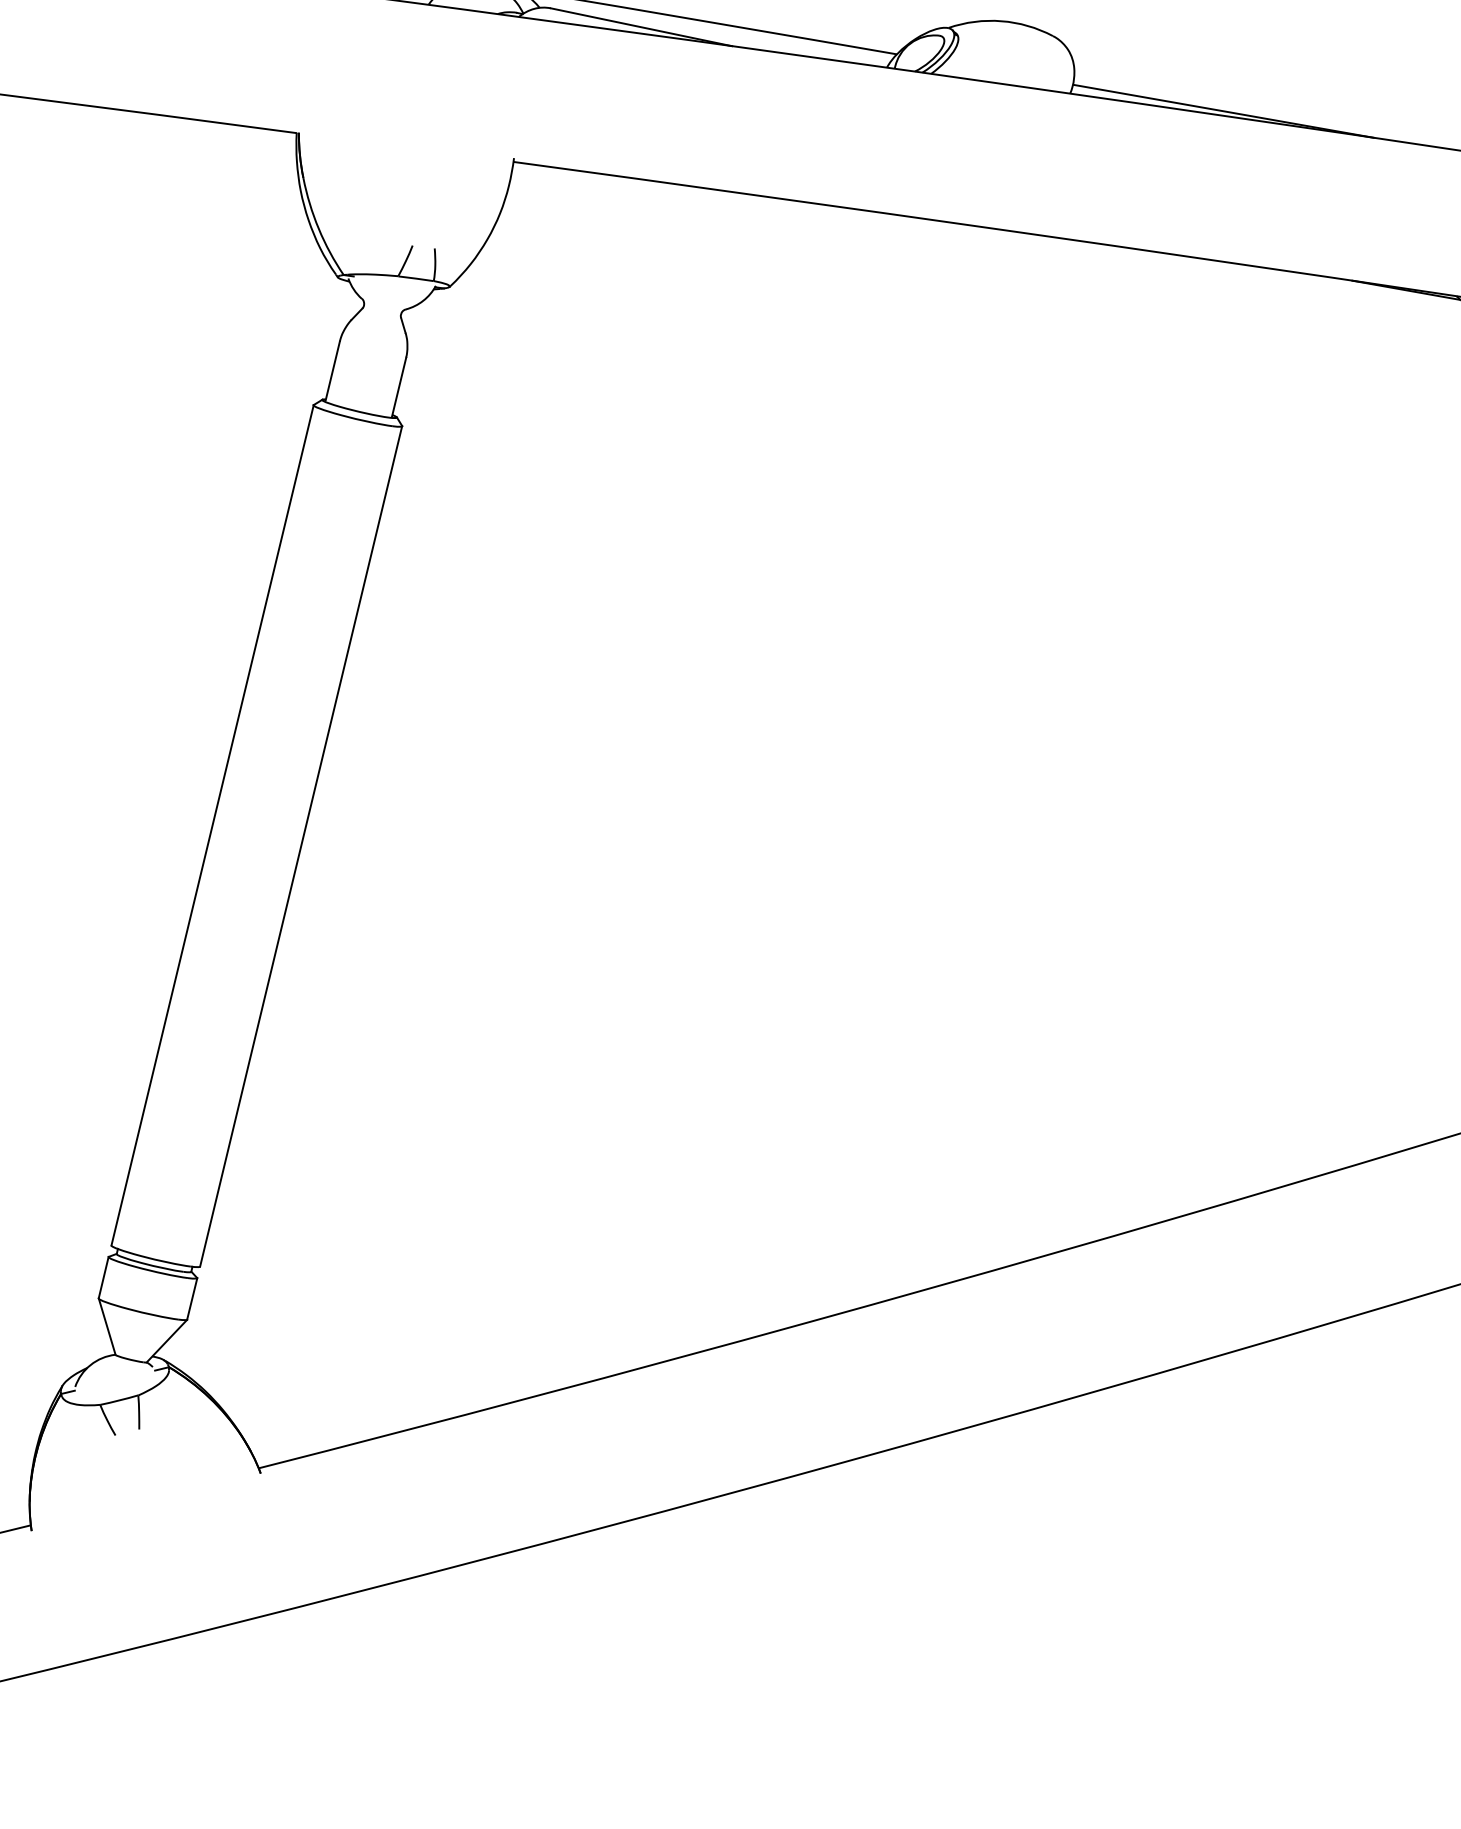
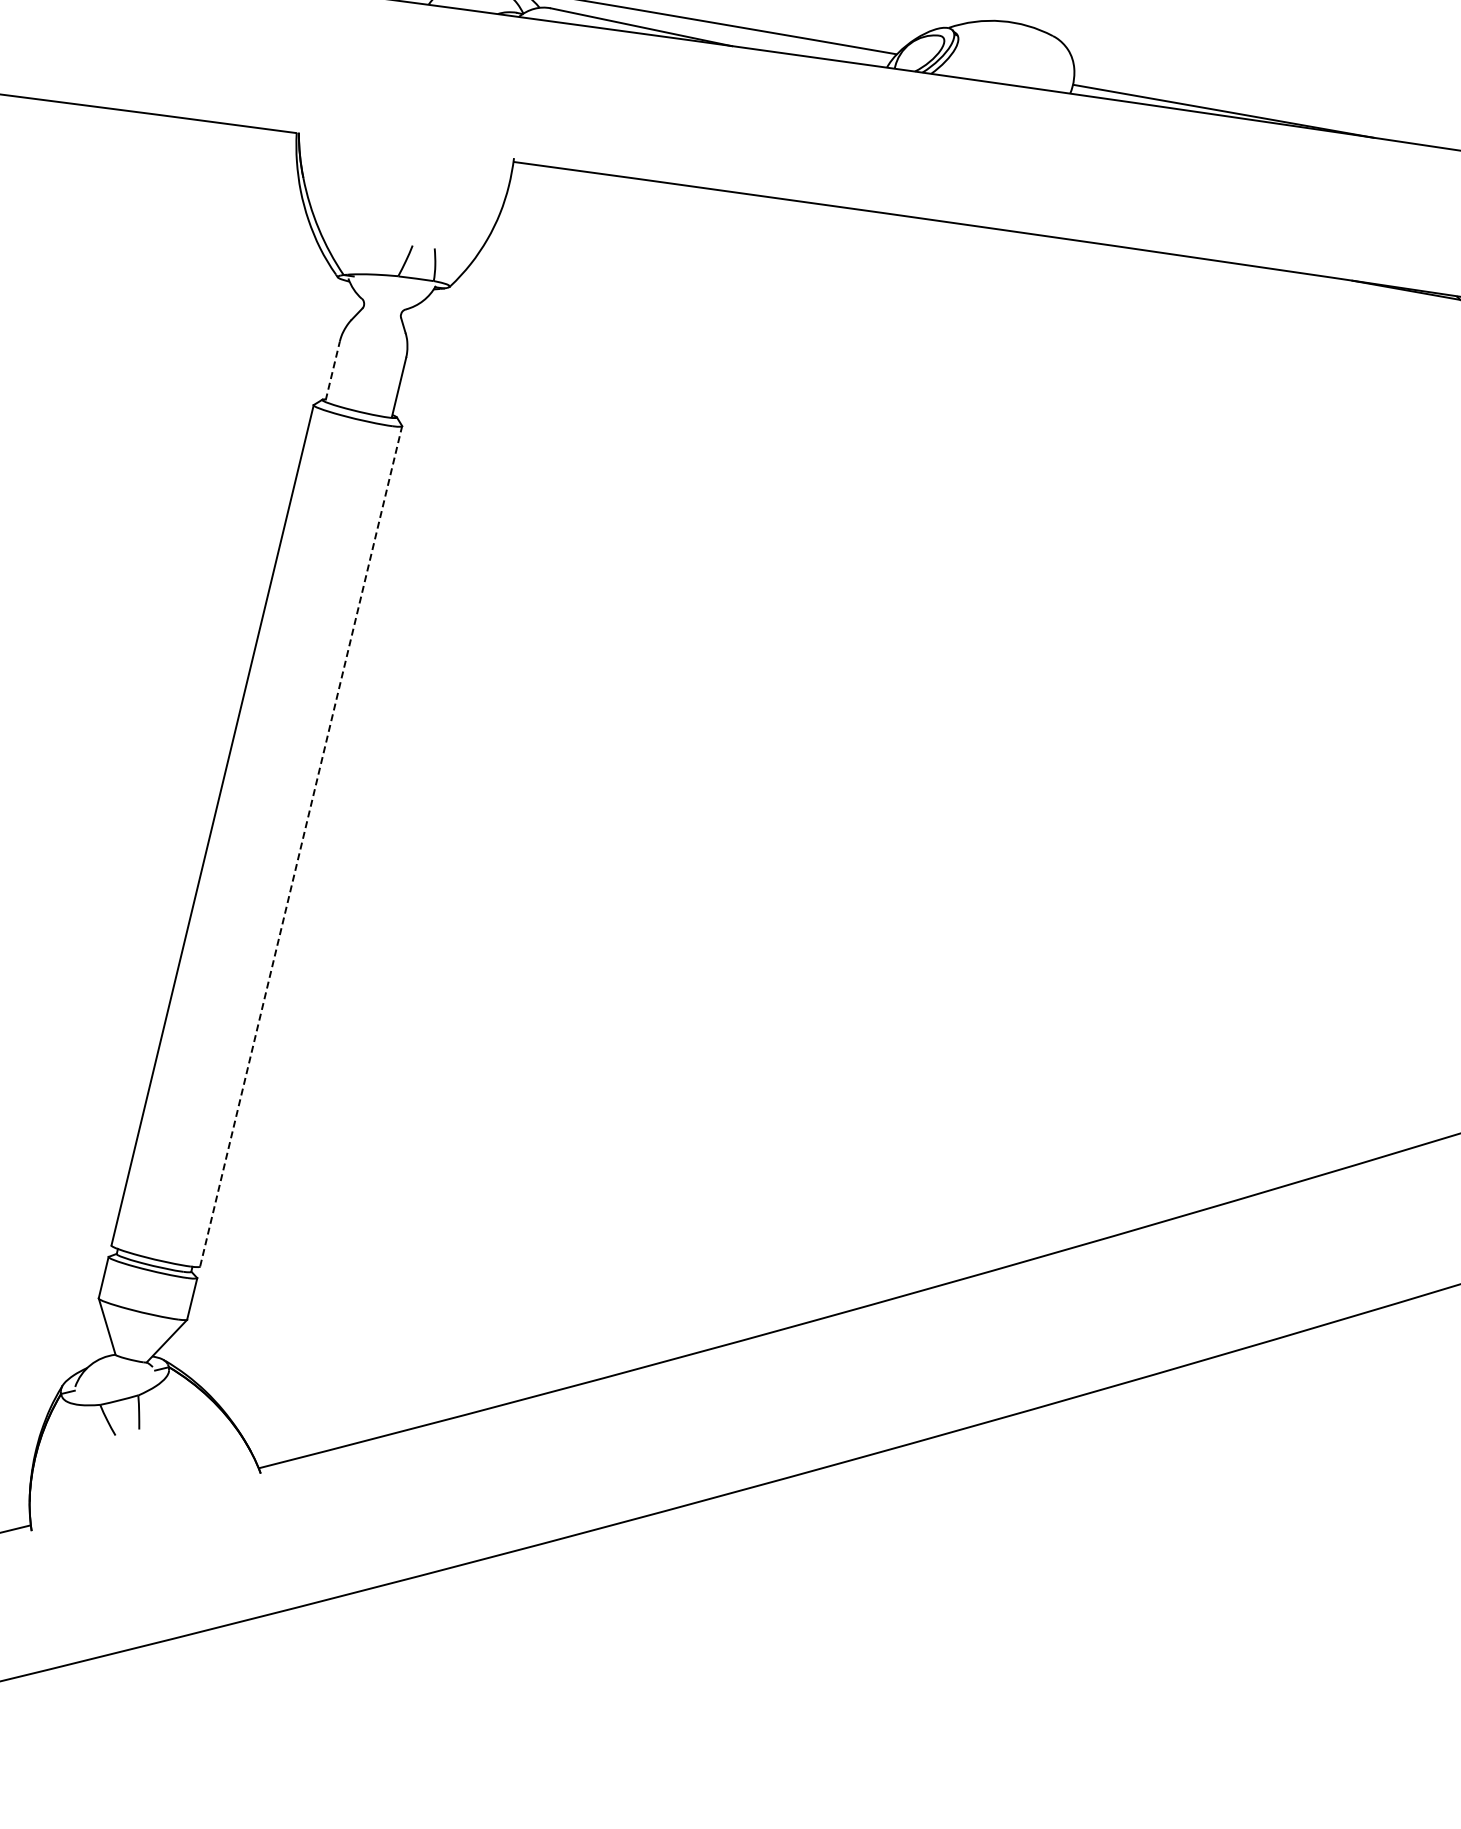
line at (332, 370): solid -> dashed
line at (301, 845): solid -> dashed
